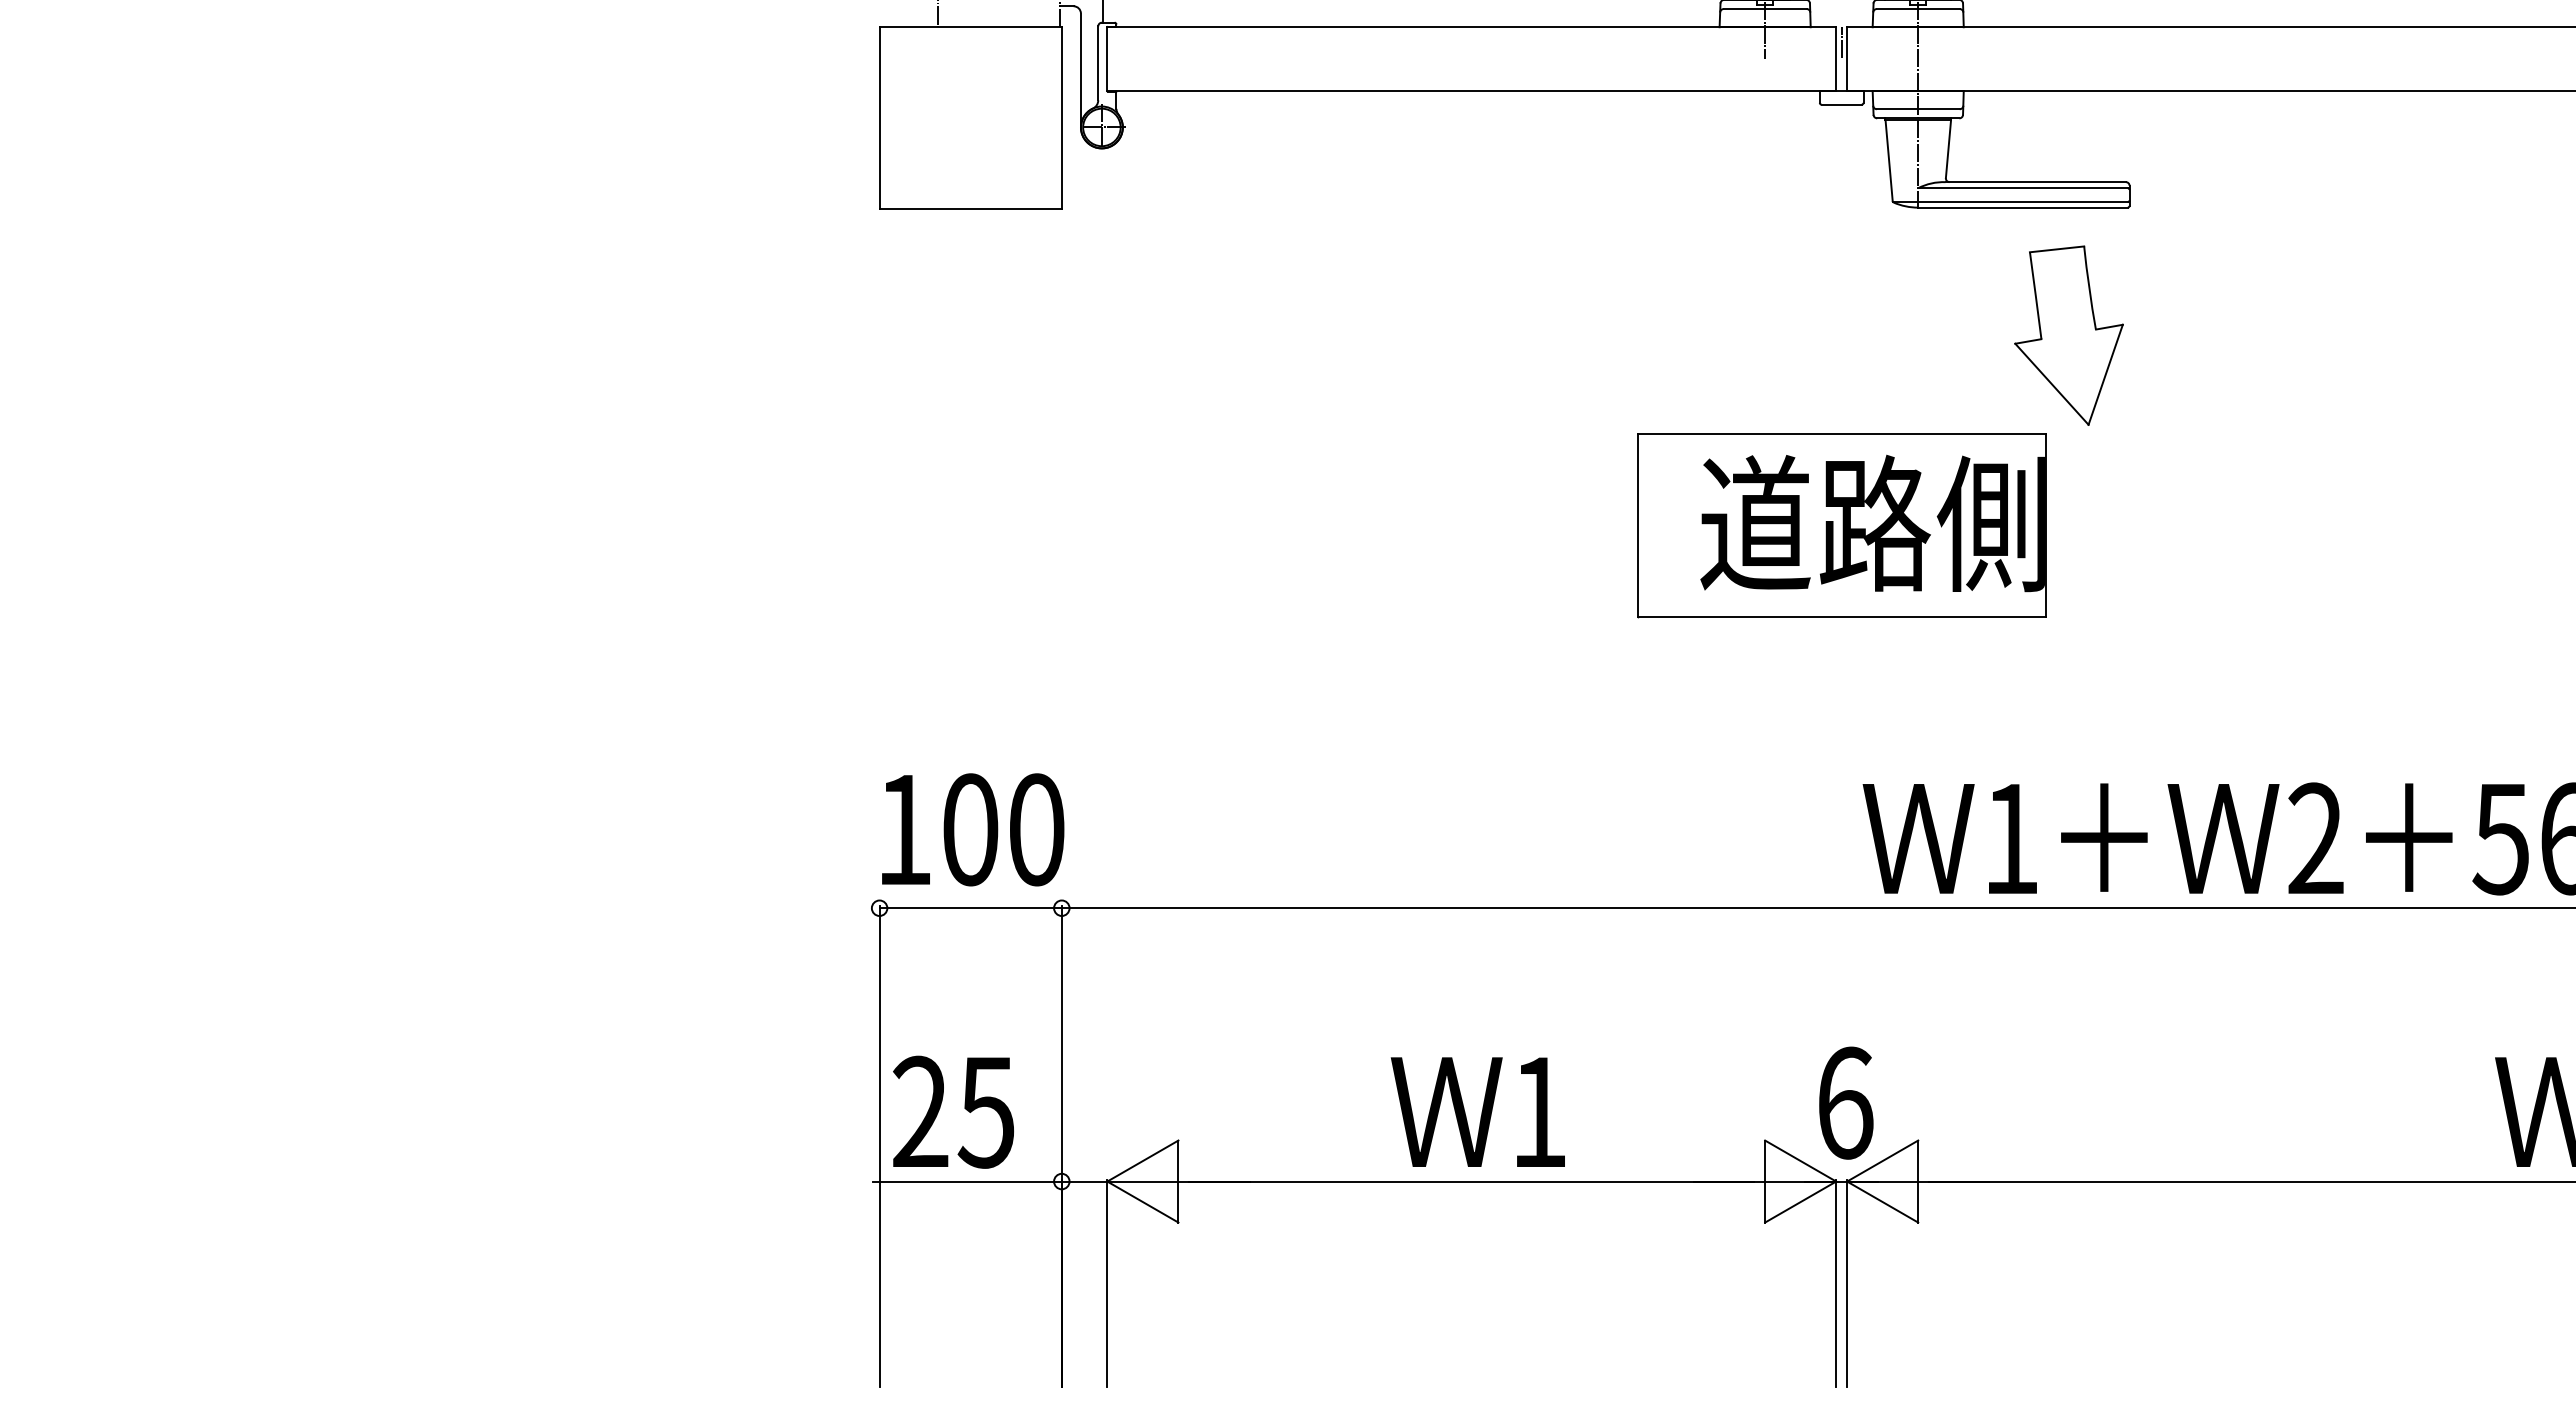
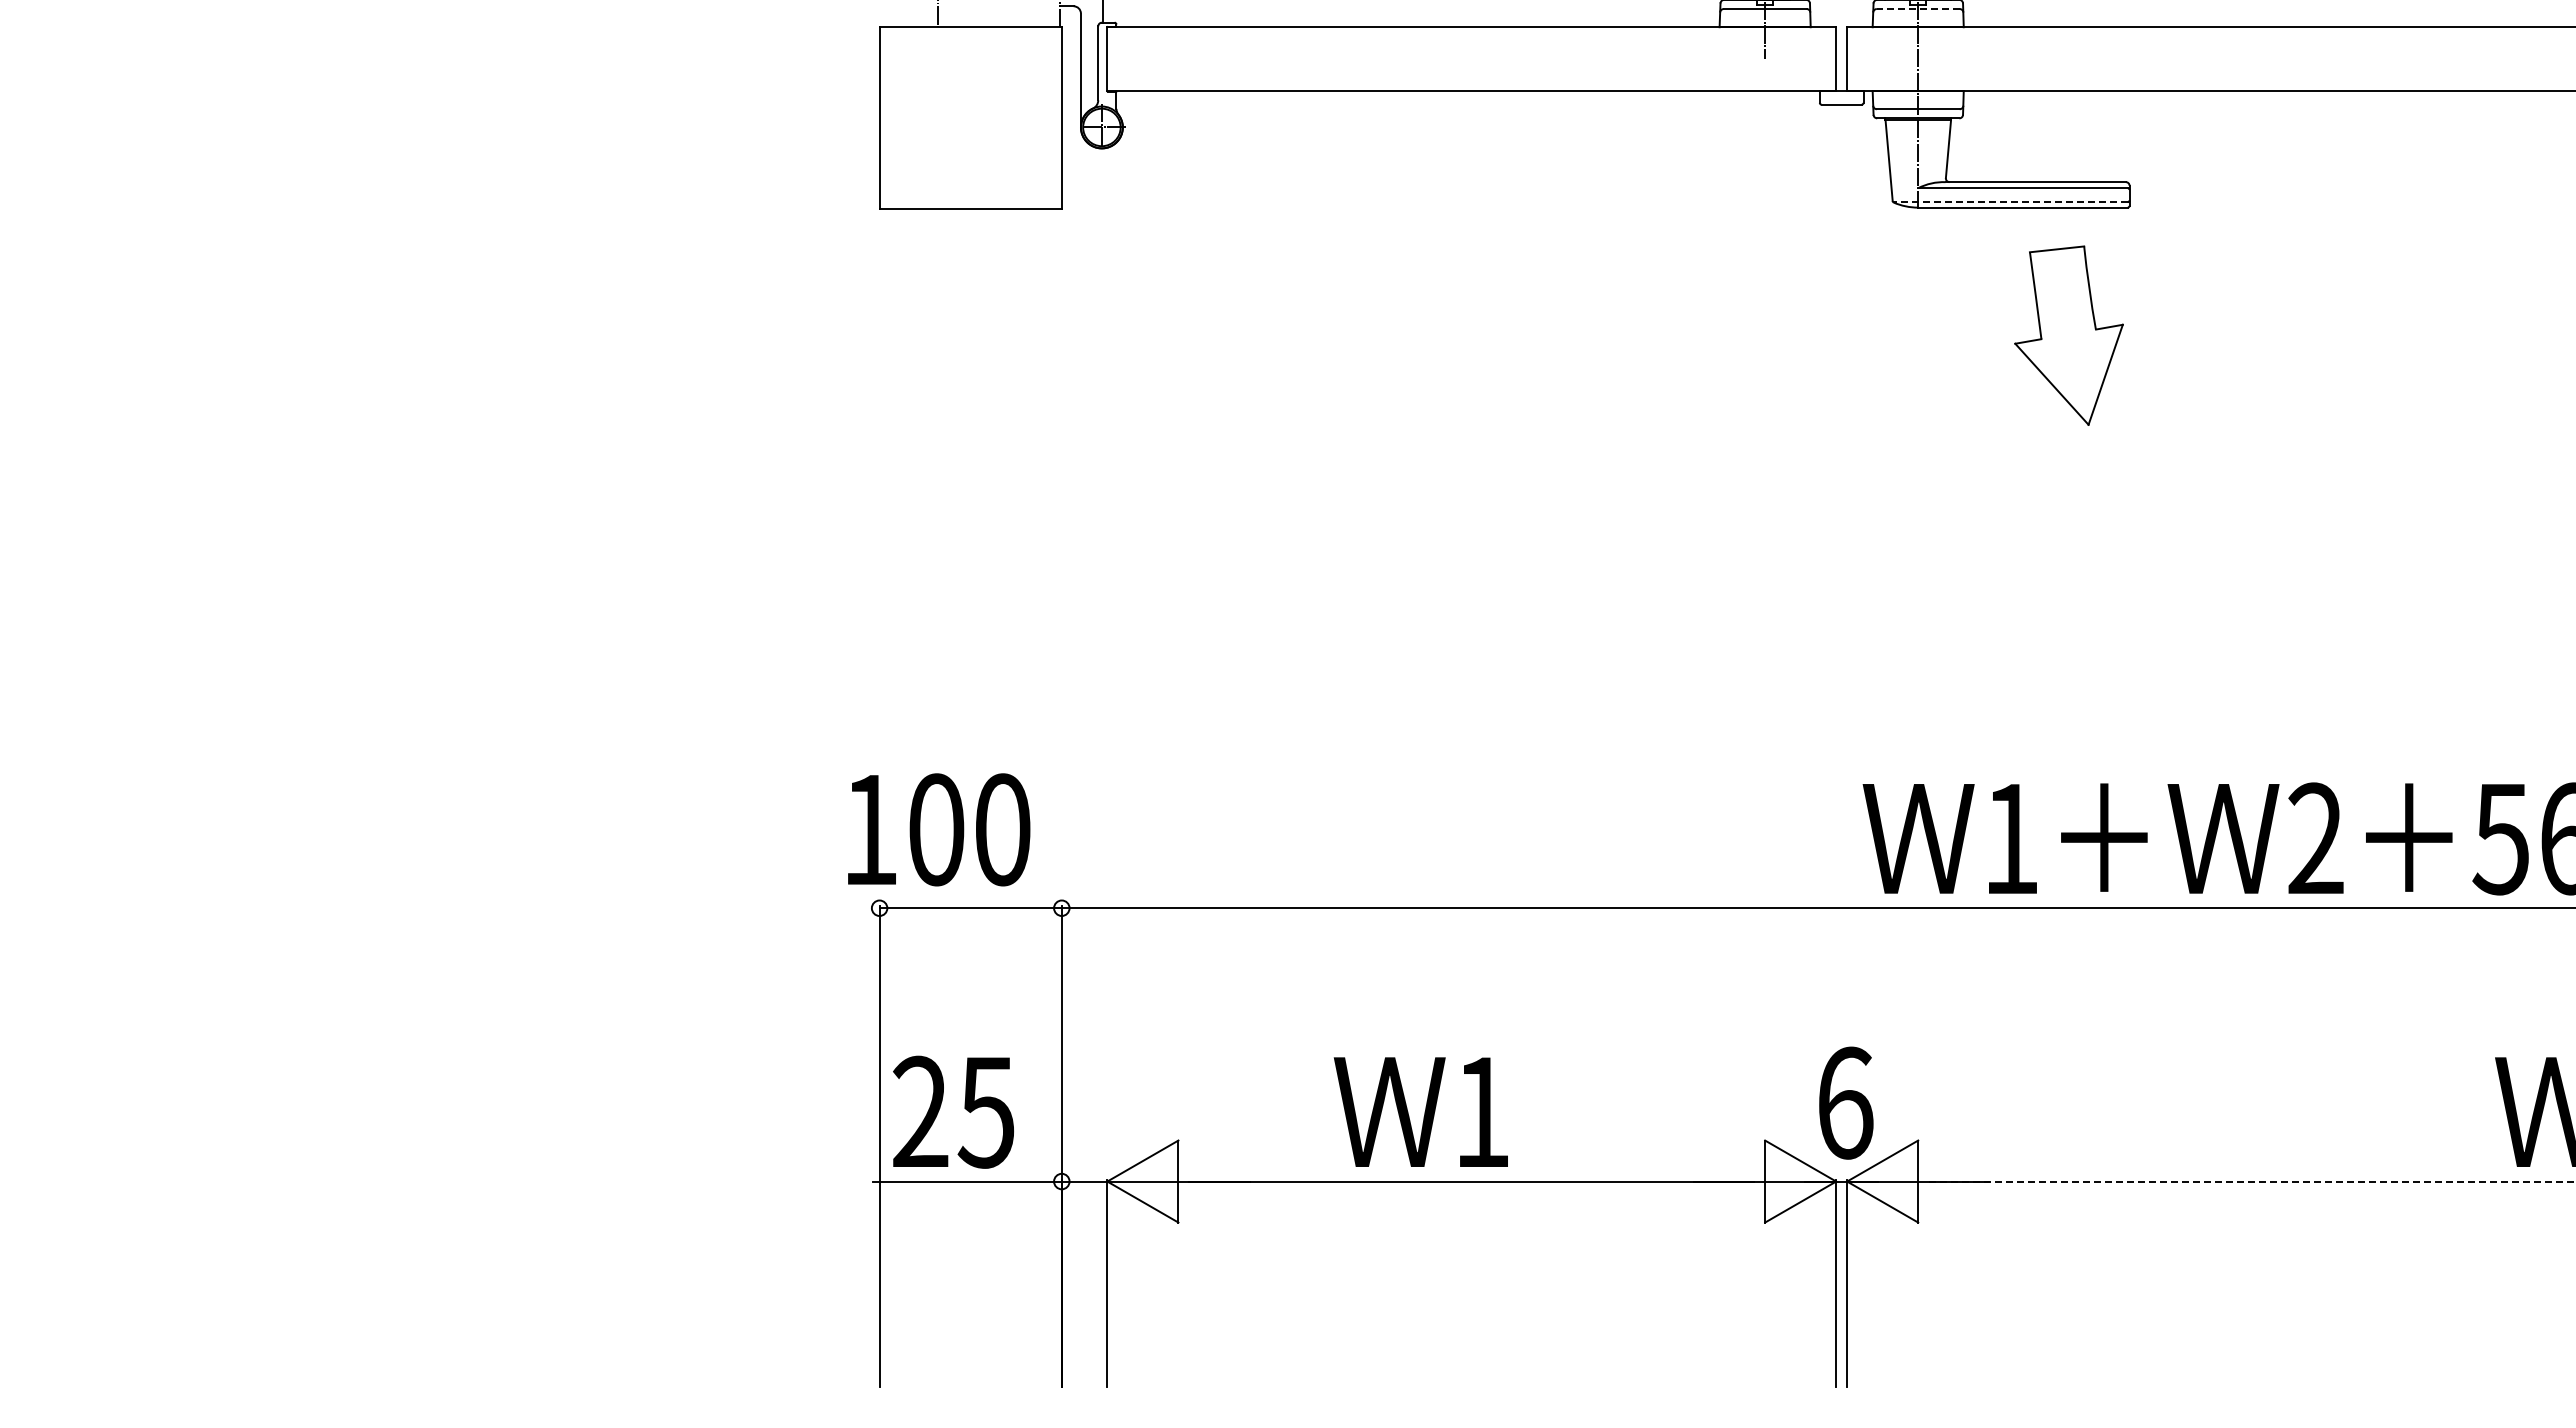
line at (1917, 9): solid -> dashed
line at (1841, 42): present -> none
line at (2009, 202): solid -> dashed
part at (1841, 525): present -> none
text at (973, 829) position: (973, 829) -> (939, 829)
text at (1477, 1111) position: (1477, 1111) -> (1420, 1111)
line at (2253, 1181): solid -> dashed
